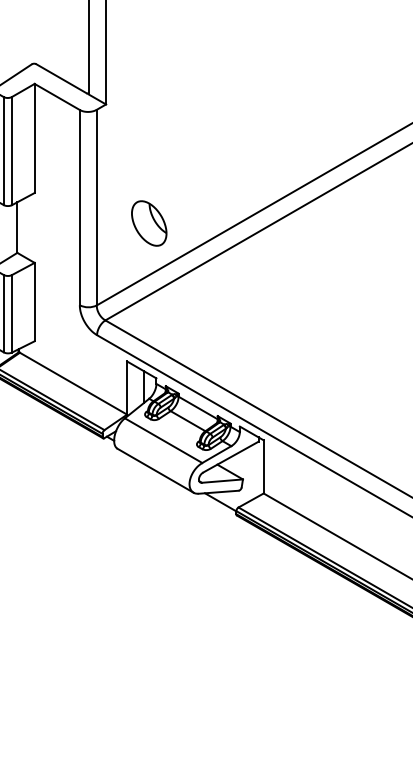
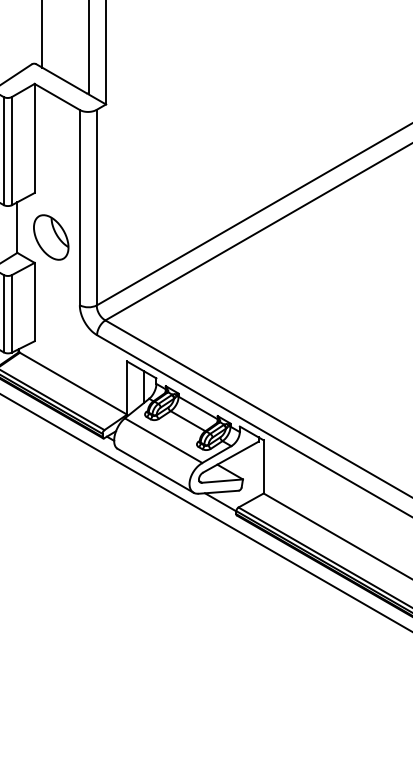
line at (42, 34): none -> present
part at (149, 223) position: (149, 223) -> (51, 237)
line at (205, 512): none -> present
